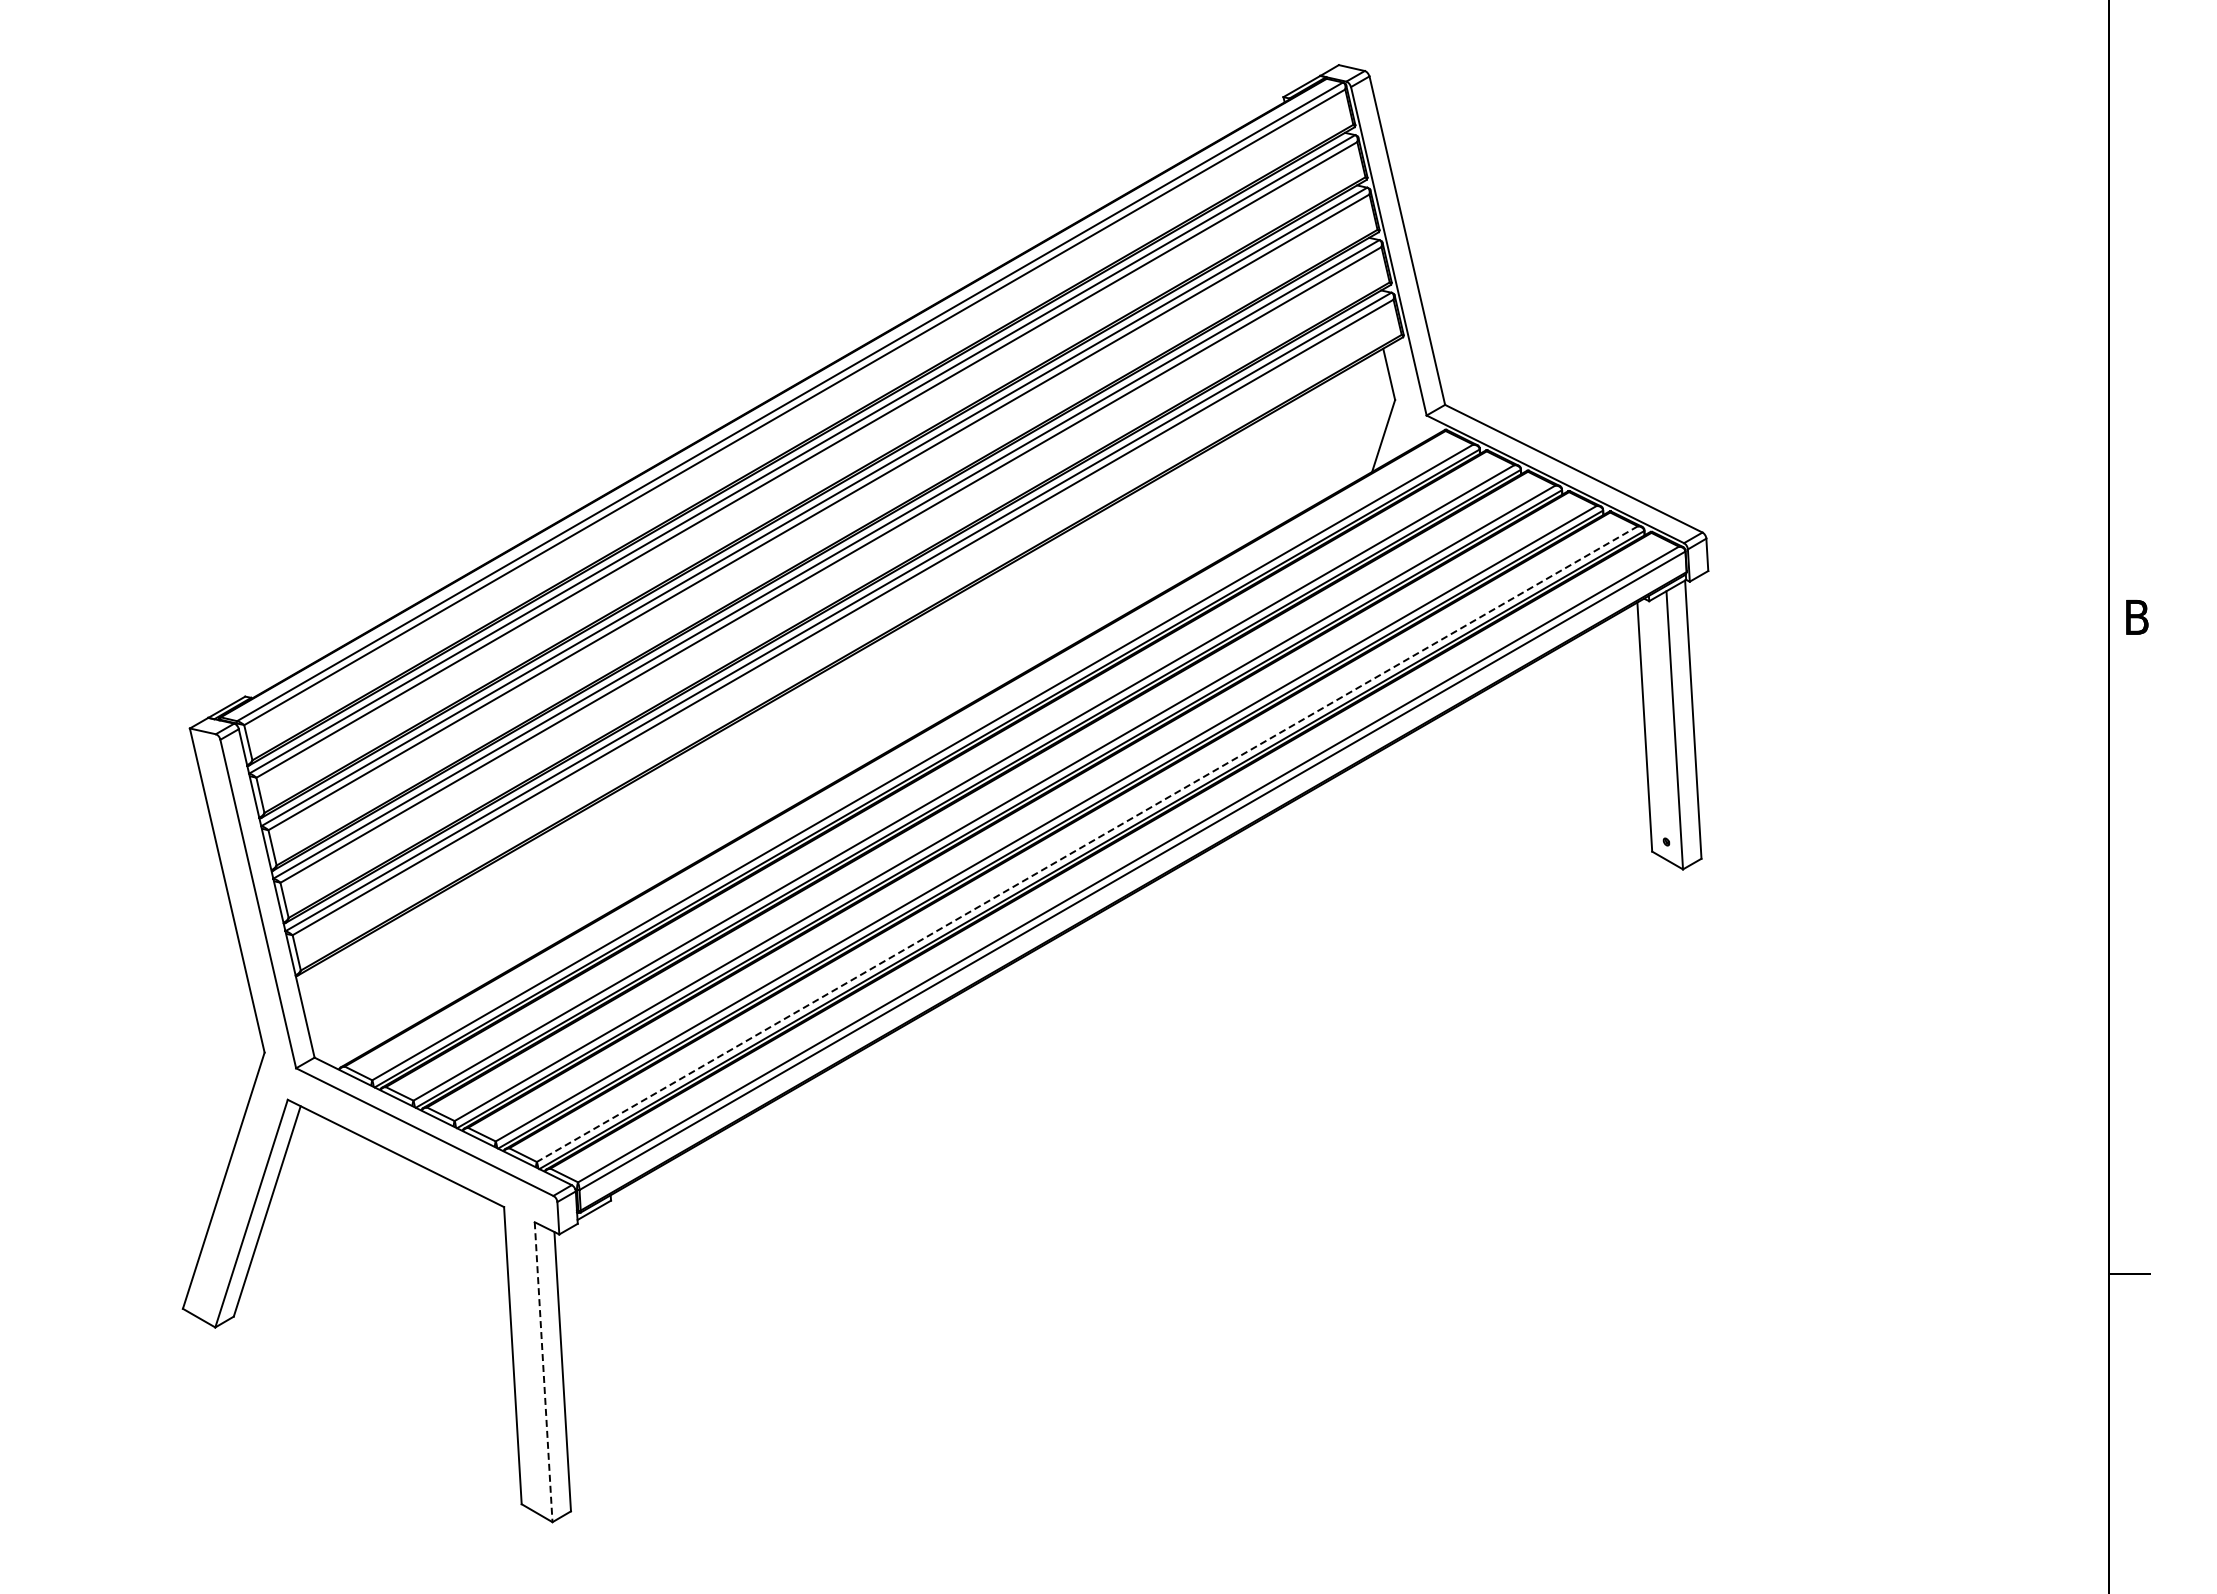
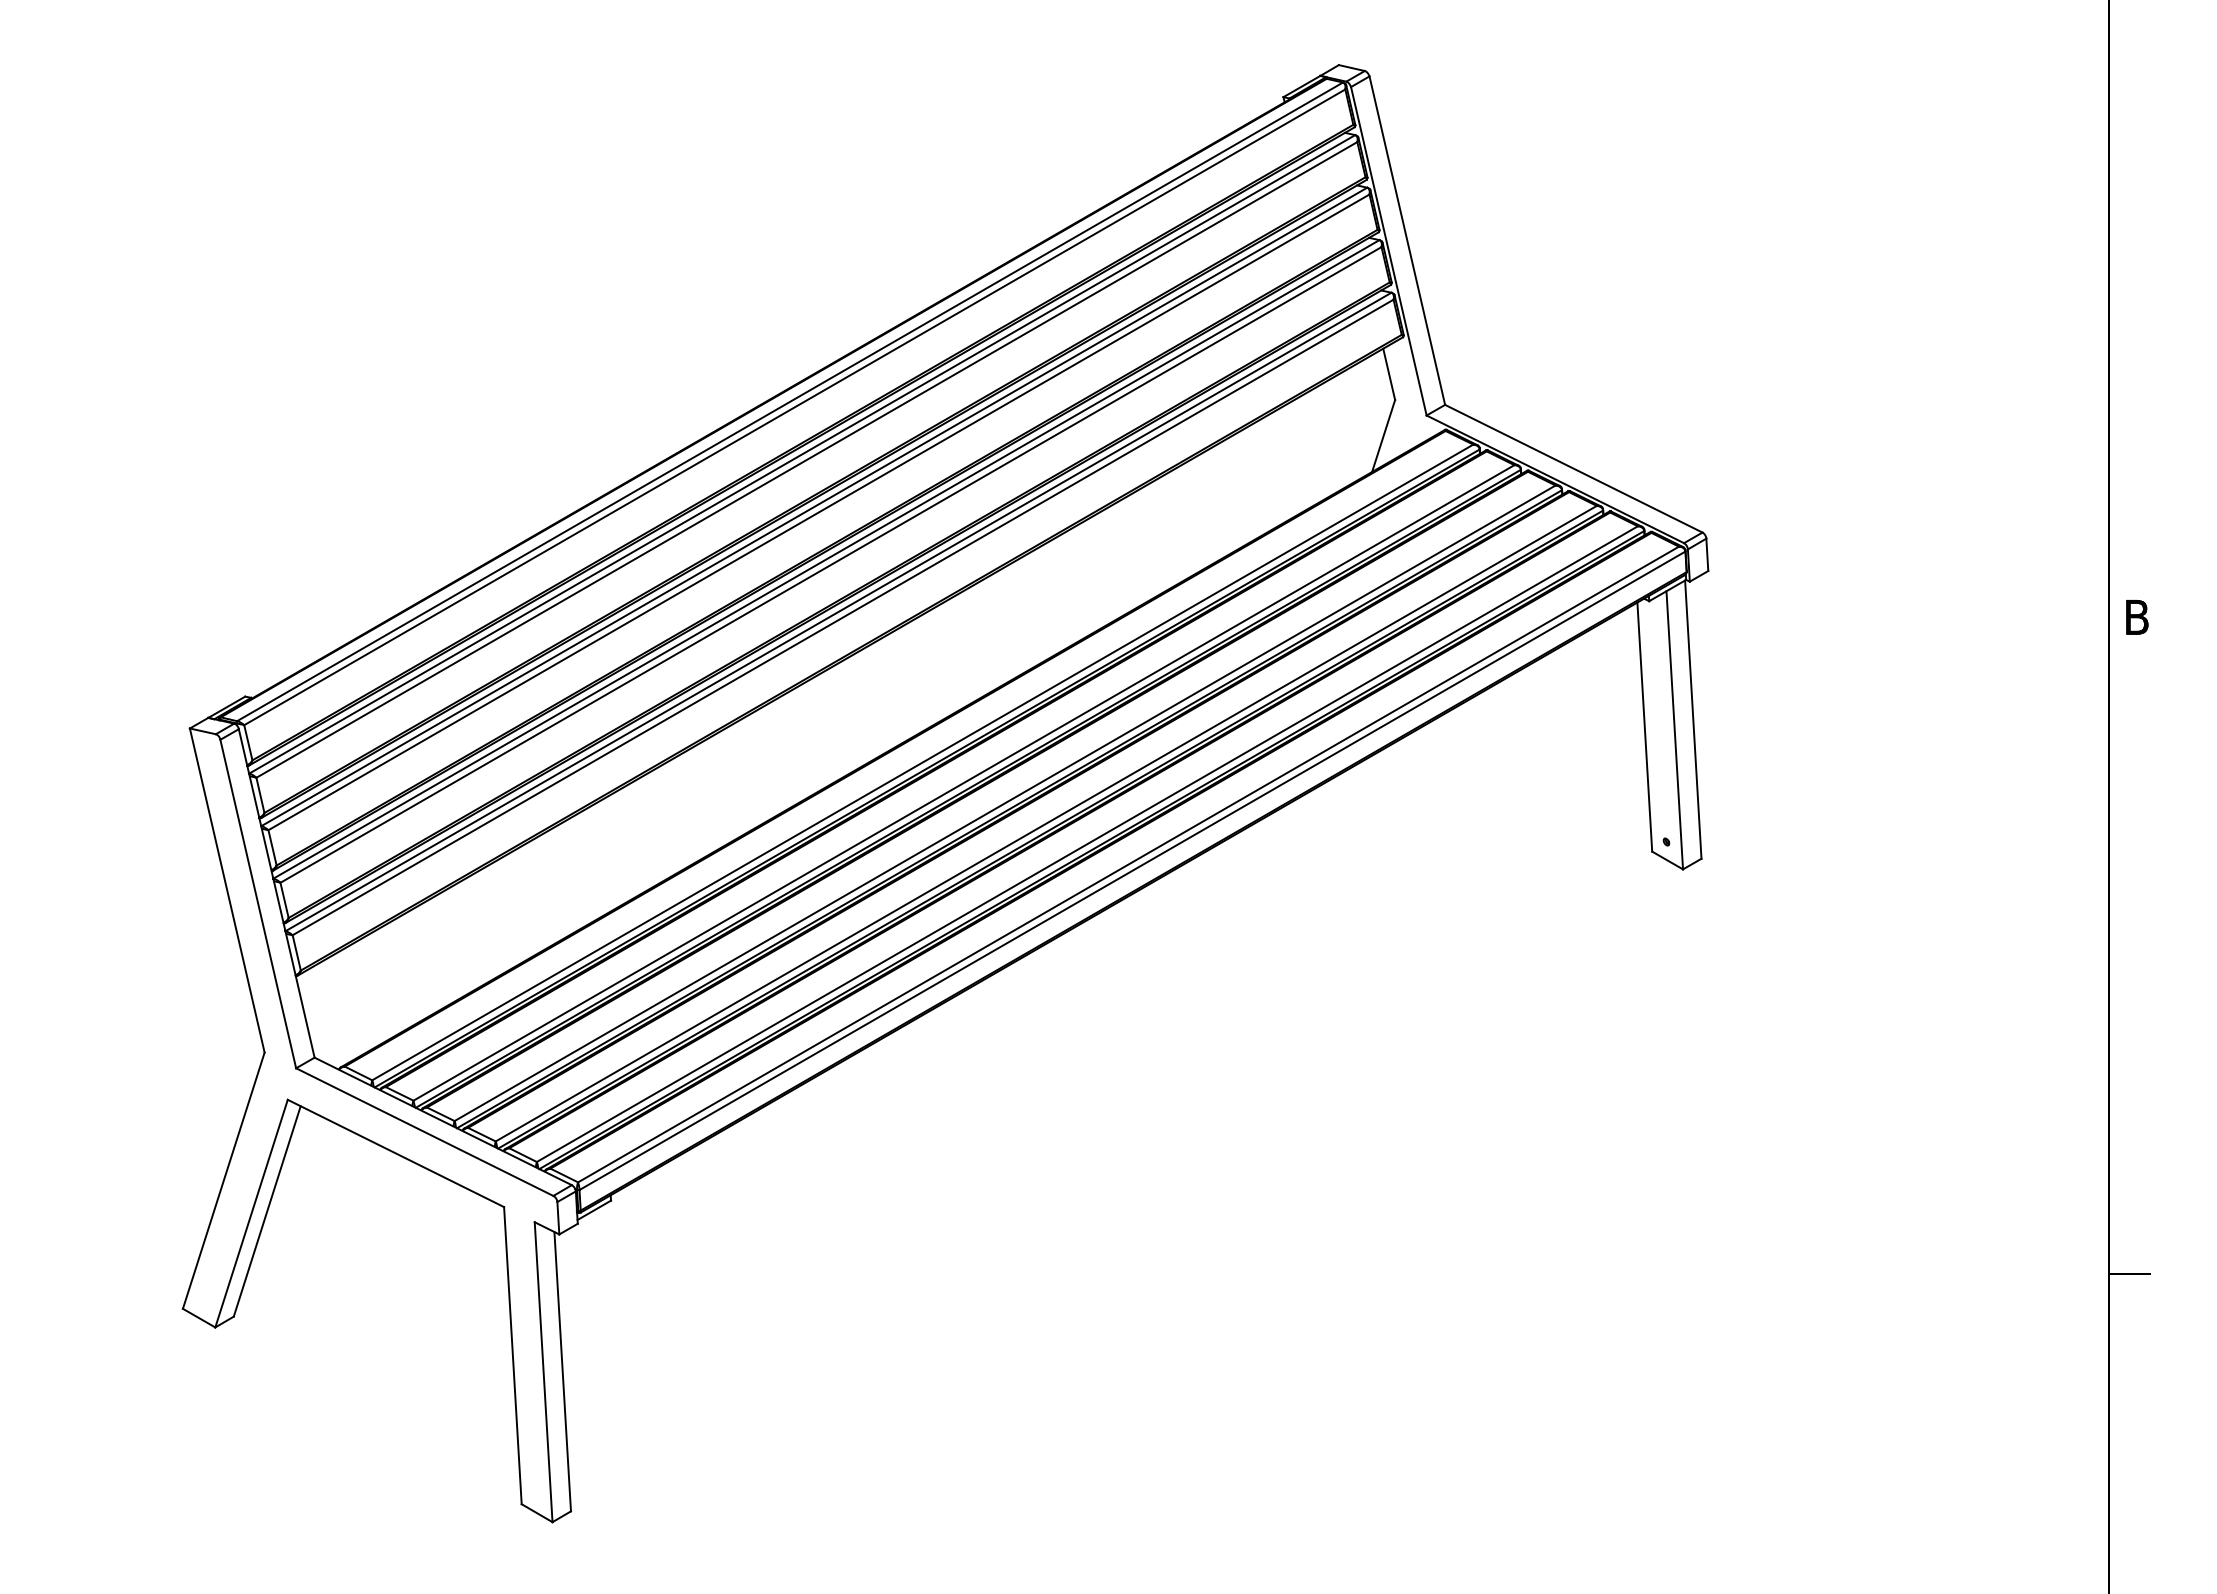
line at (1087, 844): dashed -> solid
line at (543, 1372): dashed -> solid
